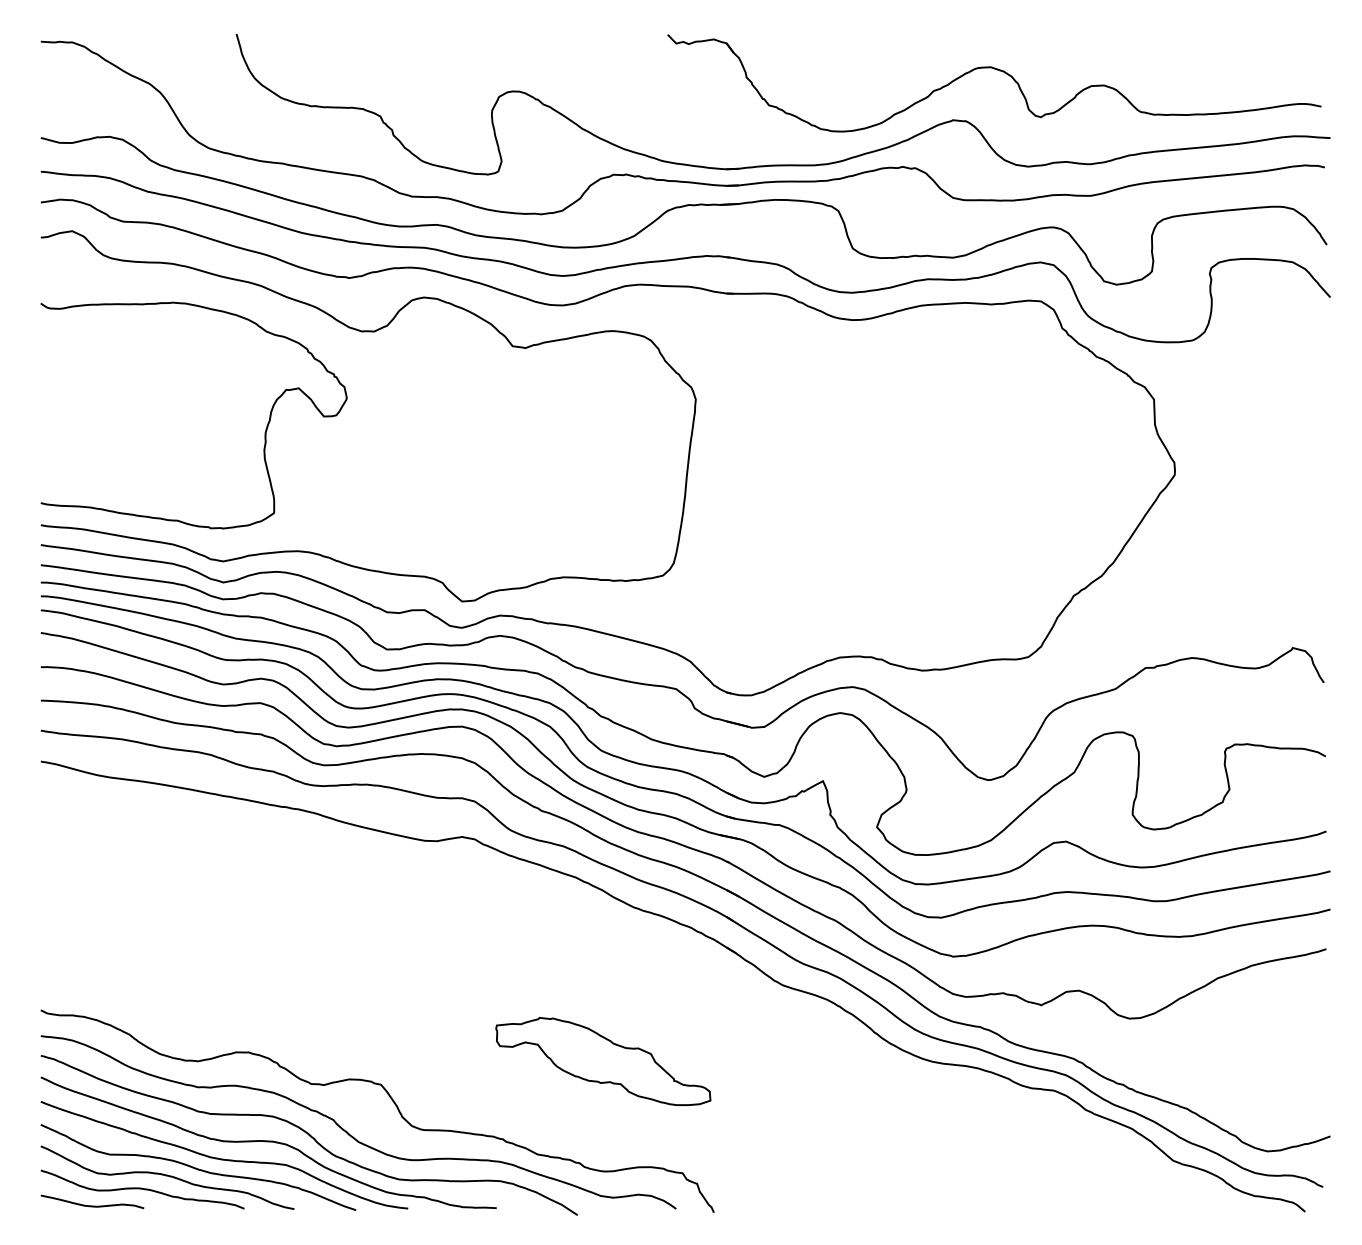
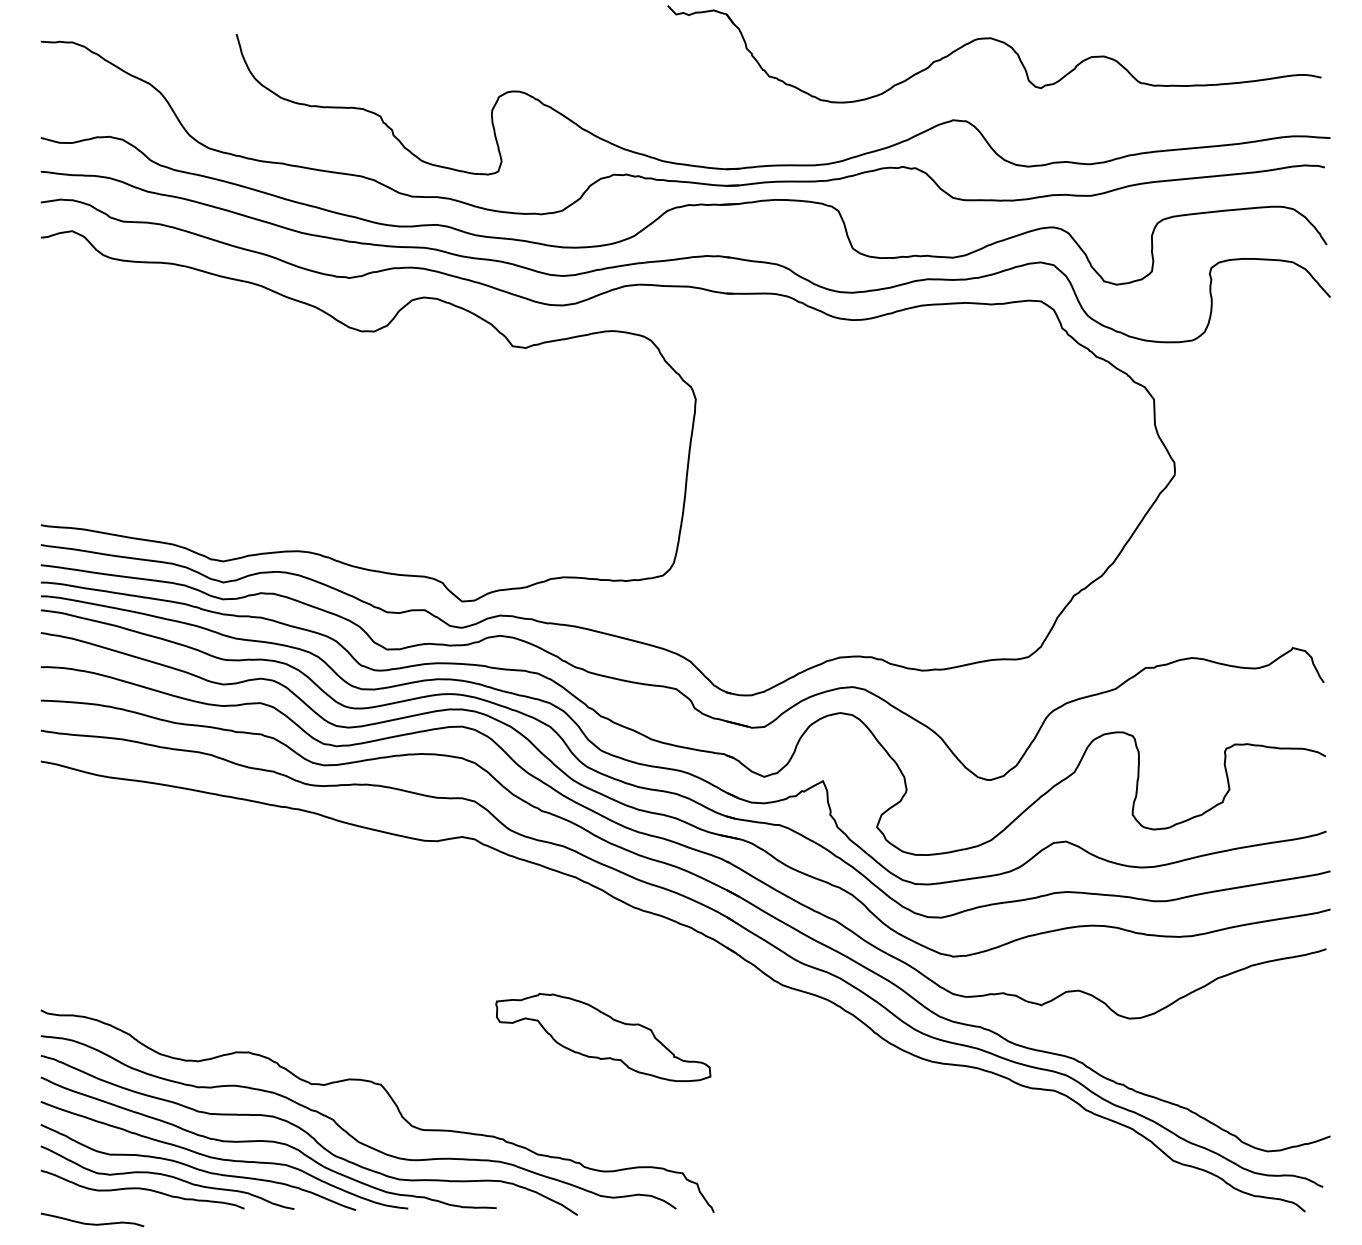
part at (999, 71) position: (999, 71) -> (999, 42)
curve at (264, 432): present -> none
part at (603, 1061) position: (603, 1061) -> (603, 1037)
curve at (92, 1205) position: (92, 1205) -> (92, 1223)
